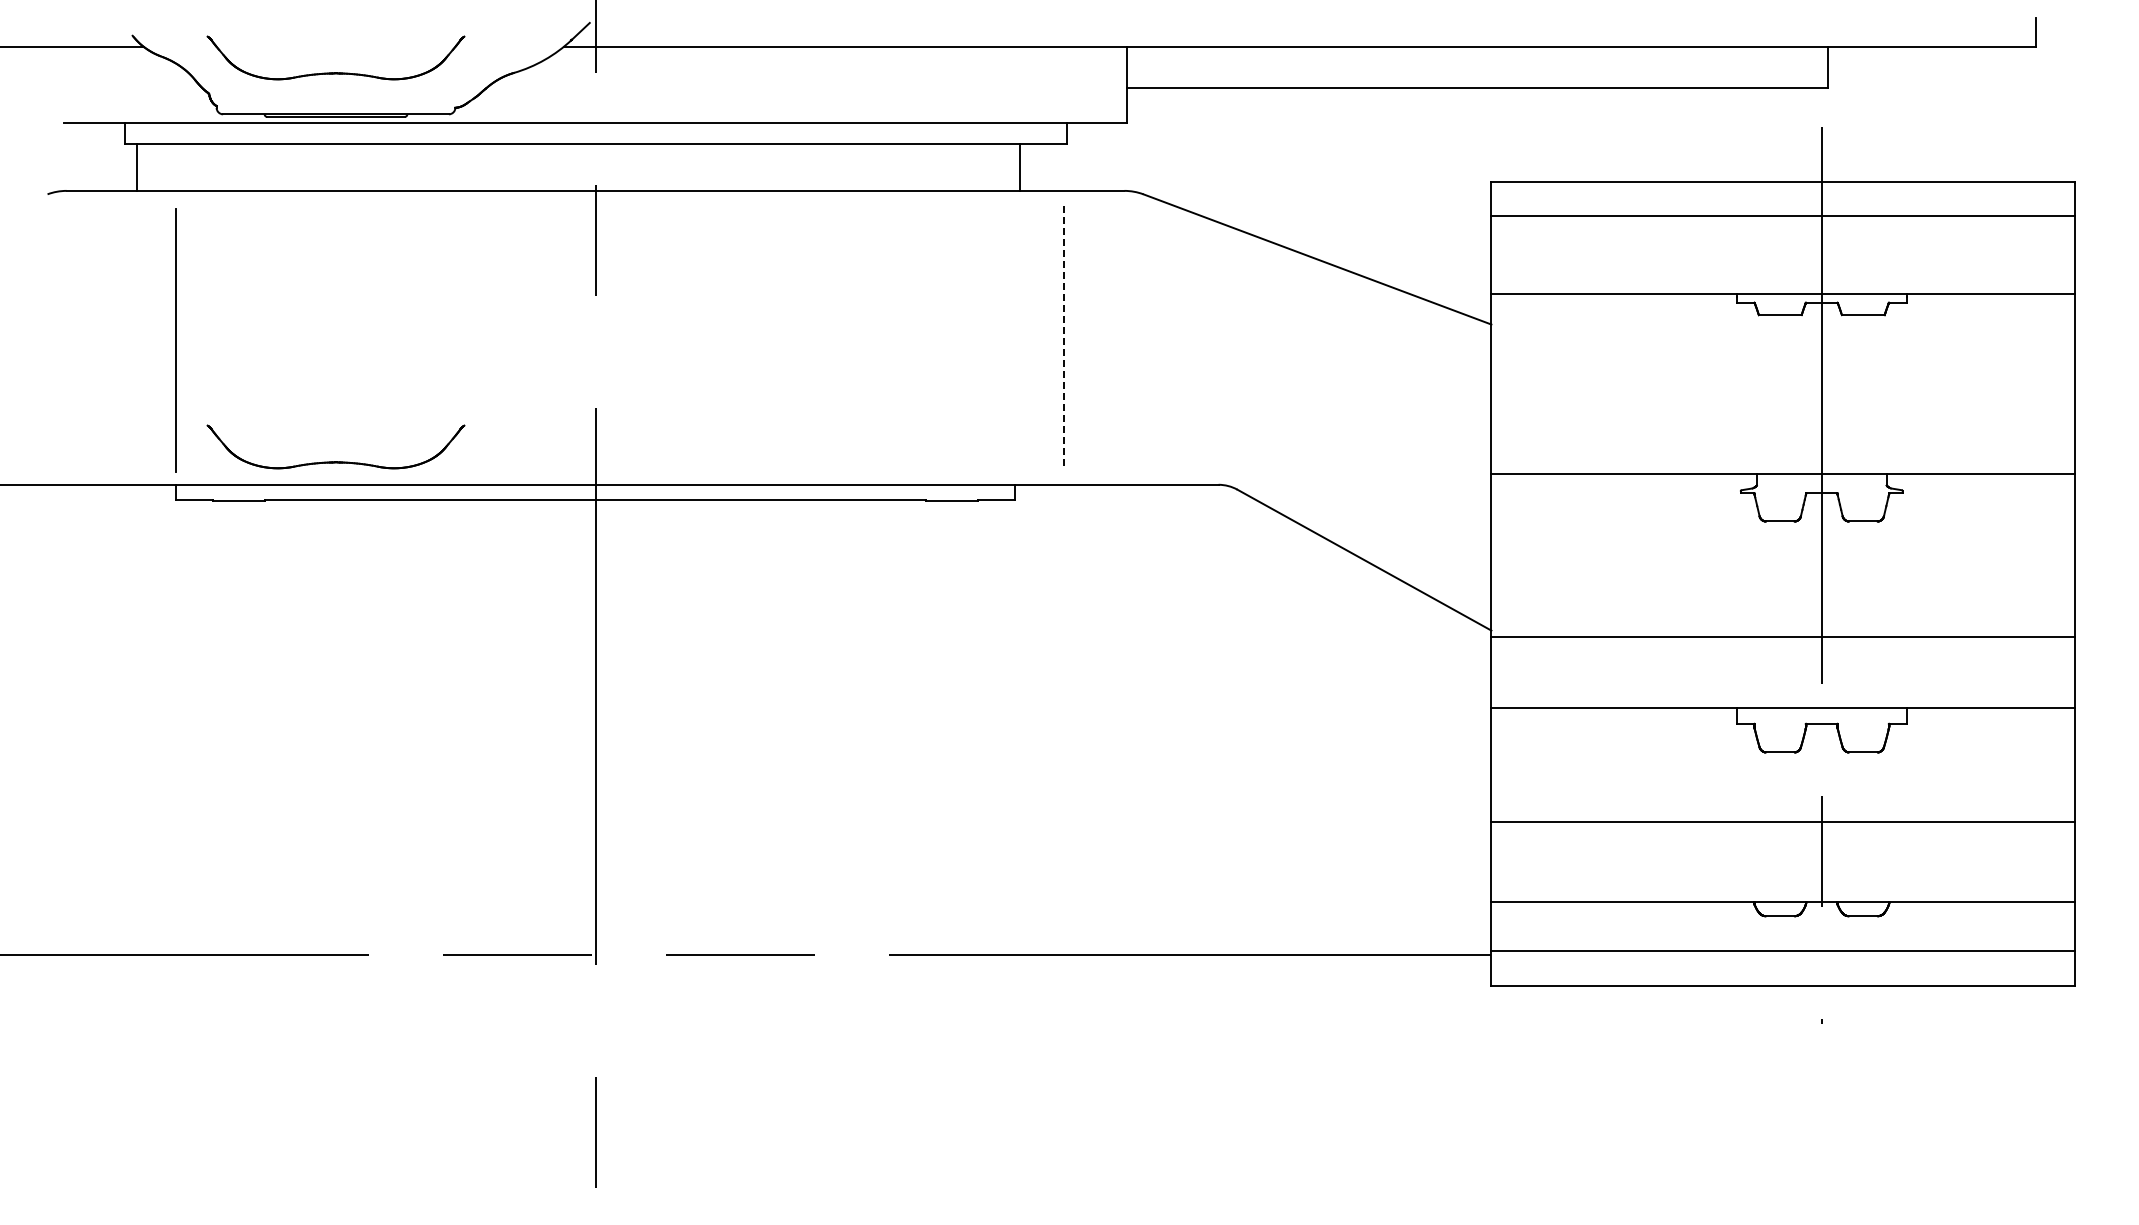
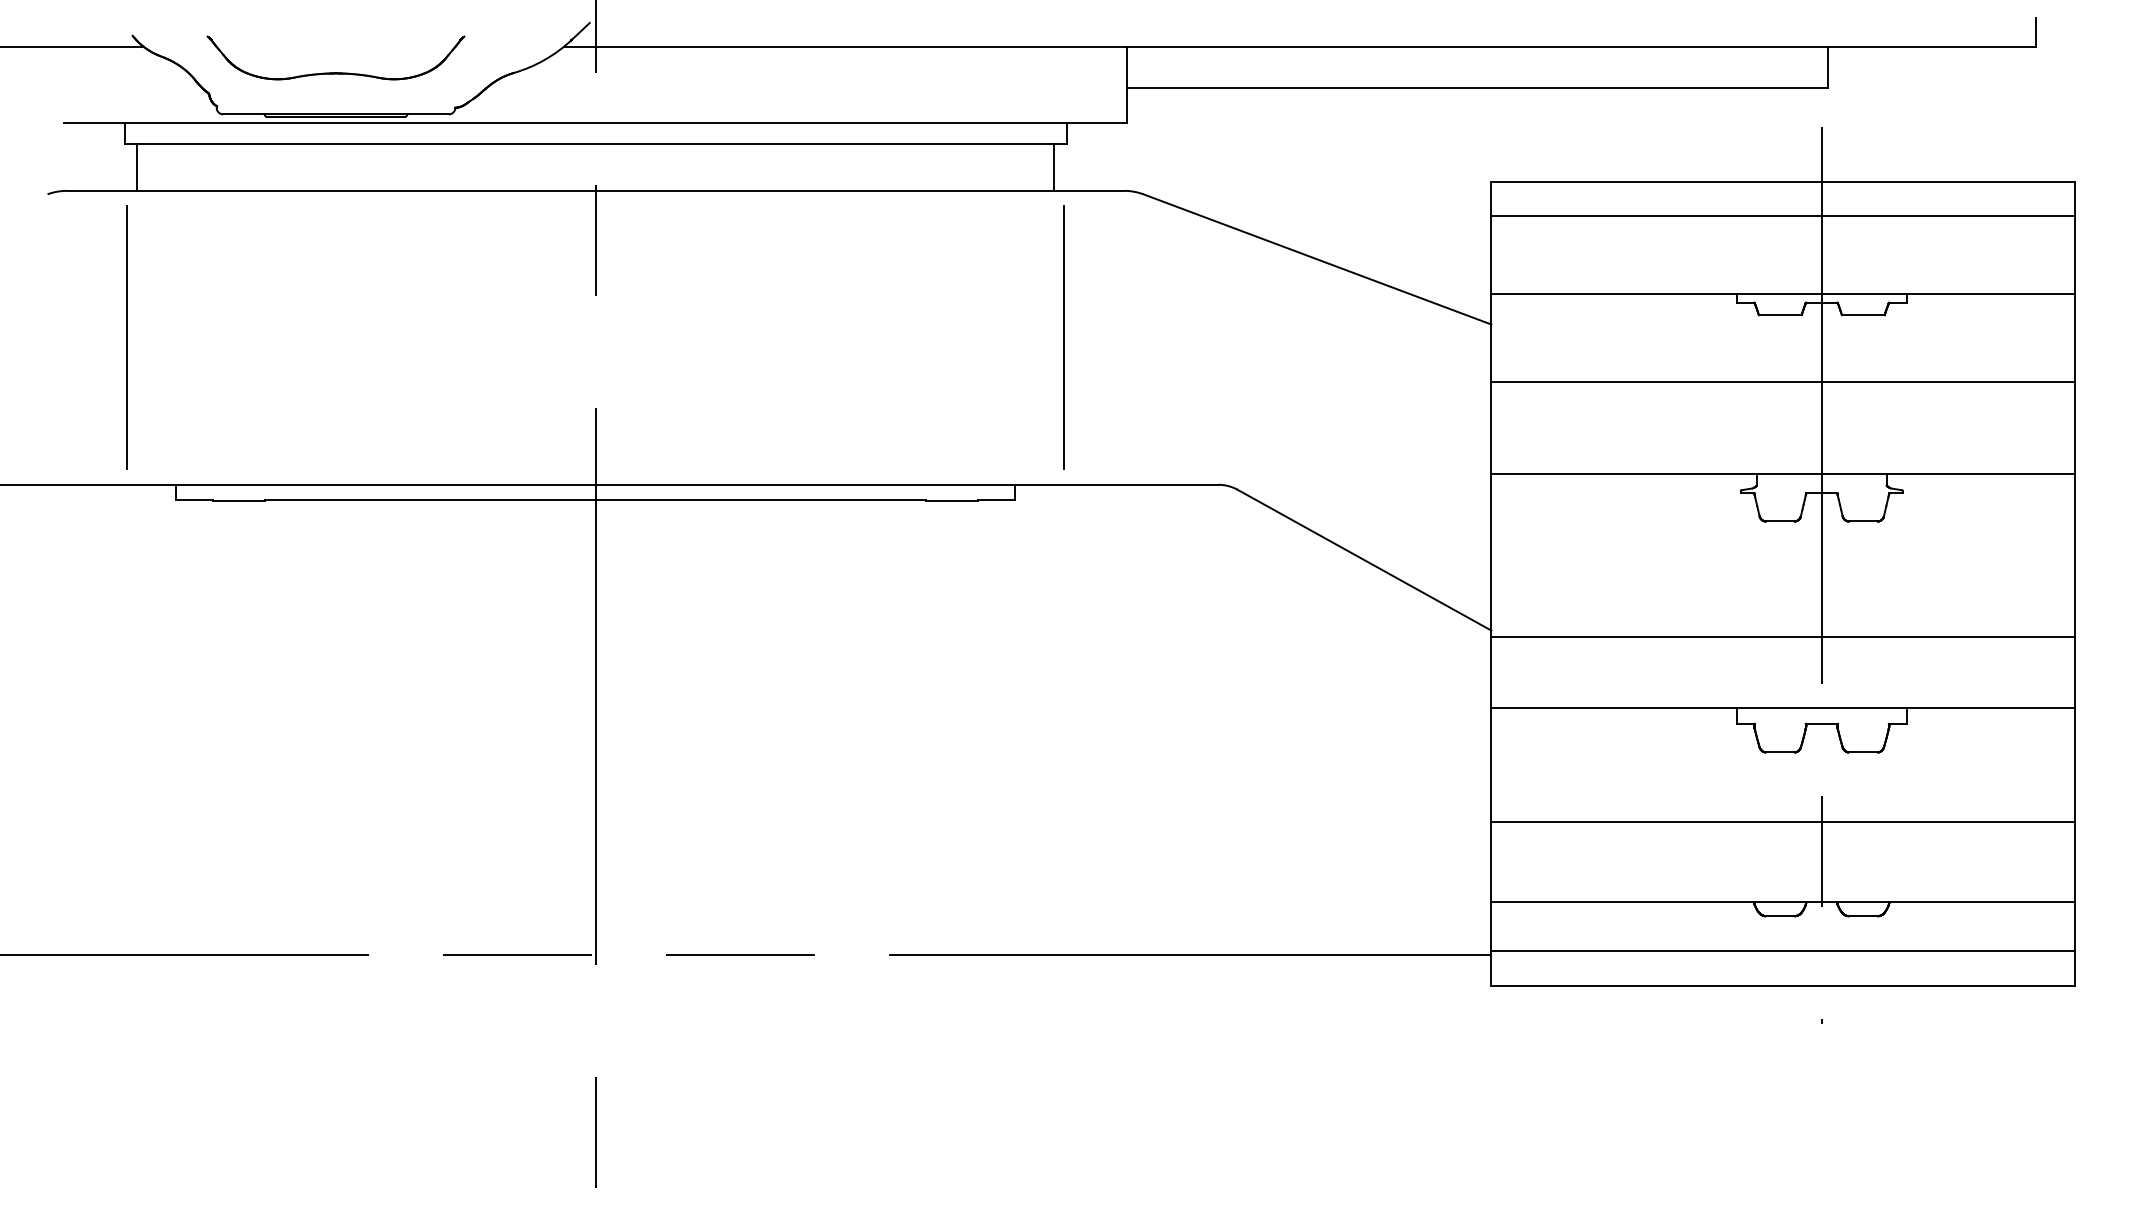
line at (1019, 167) position: (1019, 167) -> (1053, 167)
line at (1064, 338): dashed -> solid
line at (175, 340) position: (175, 340) -> (126, 337)
line at (1782, 382): none -> present
part at (335, 461): present -> none
